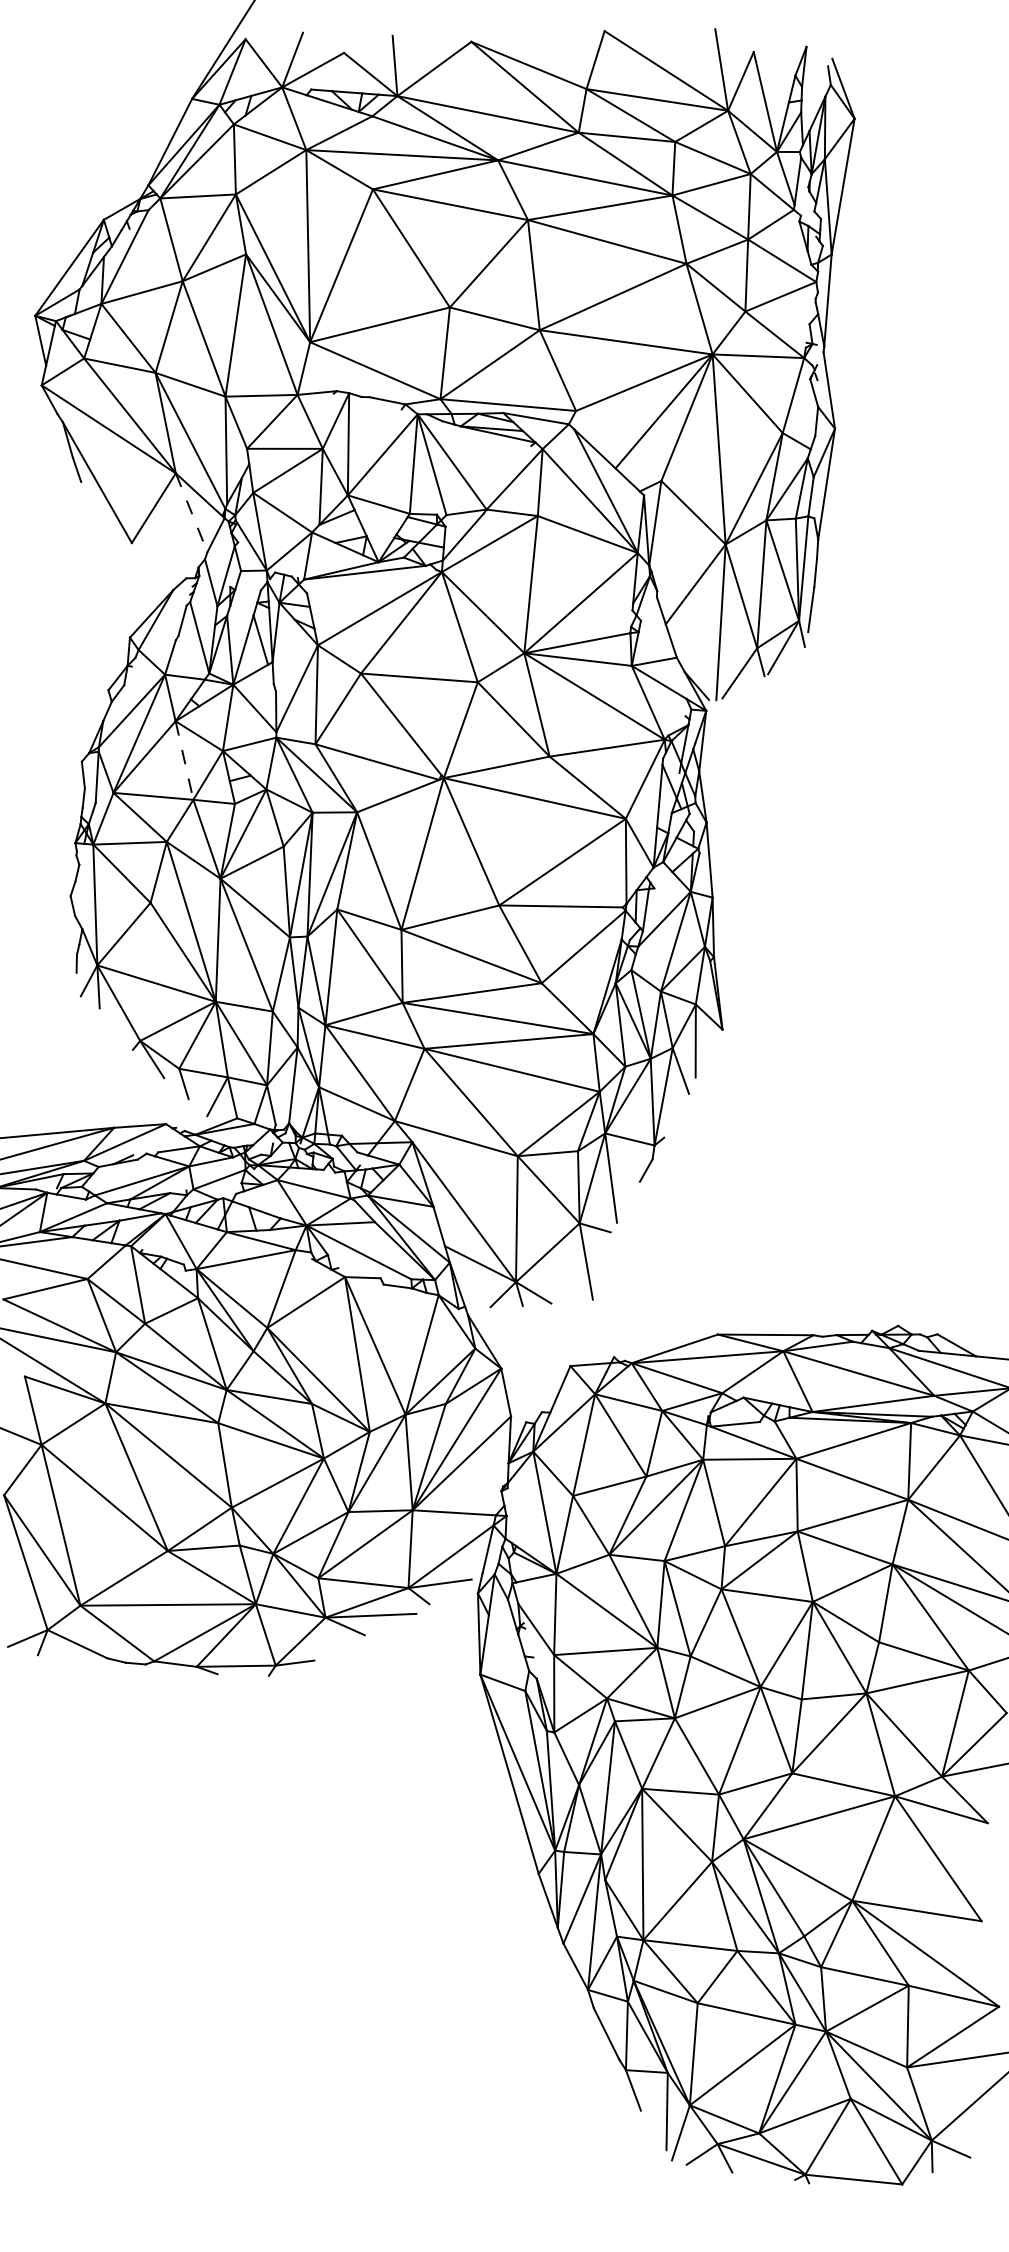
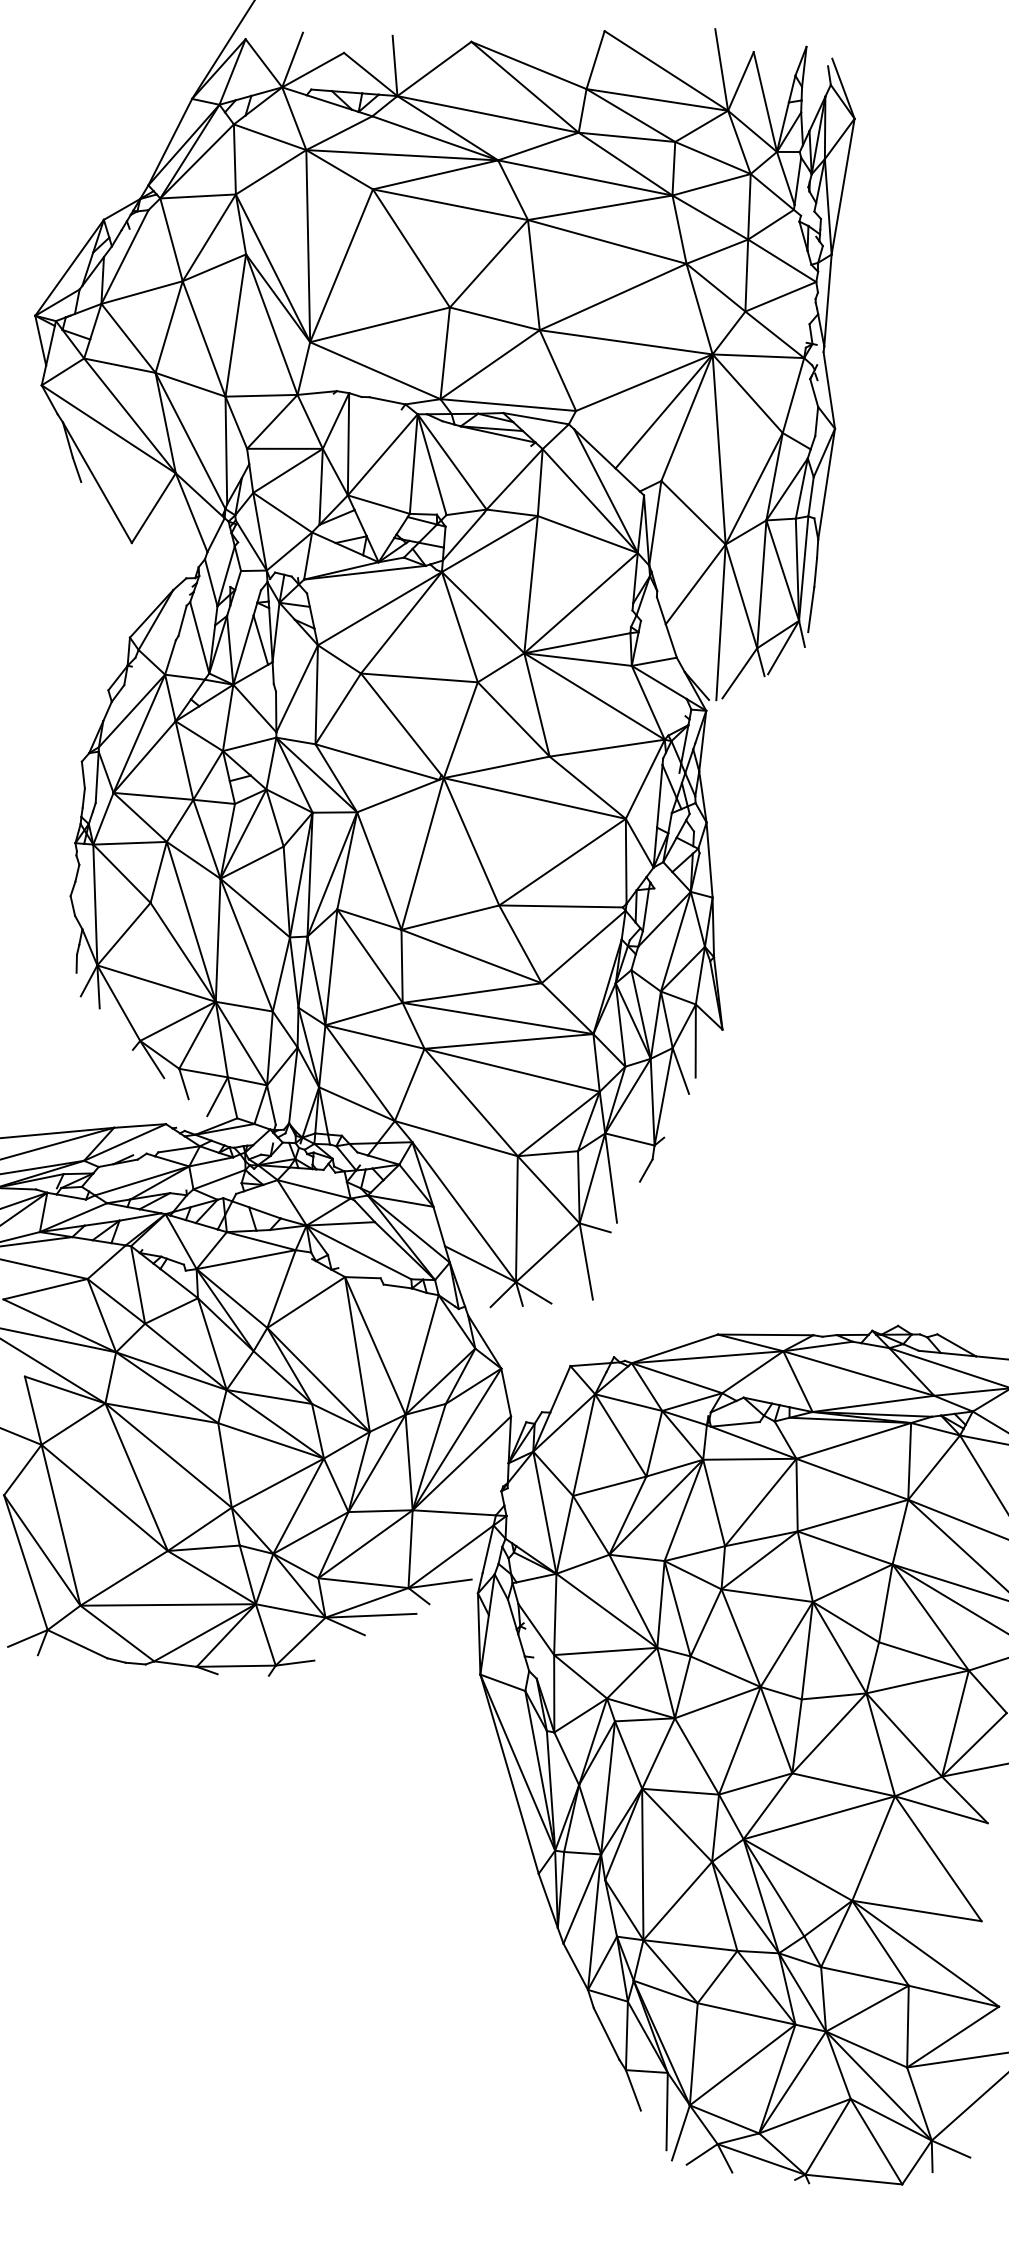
line at (191, 513): dashed -> solid
line at (184, 761): dashed -> solid
